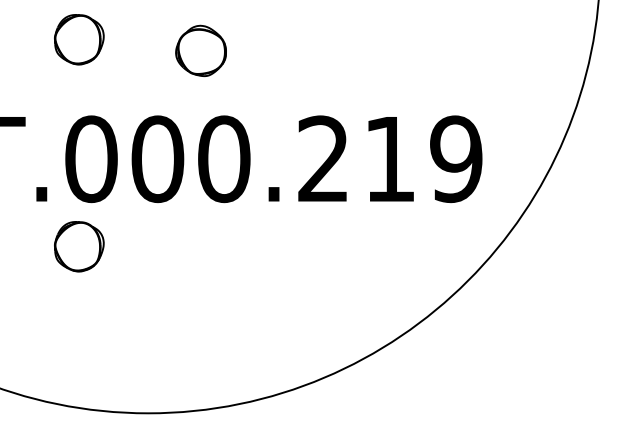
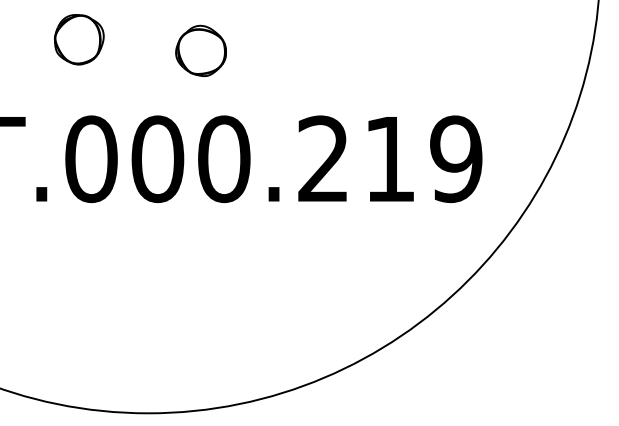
part at (79, 246): present -> none
